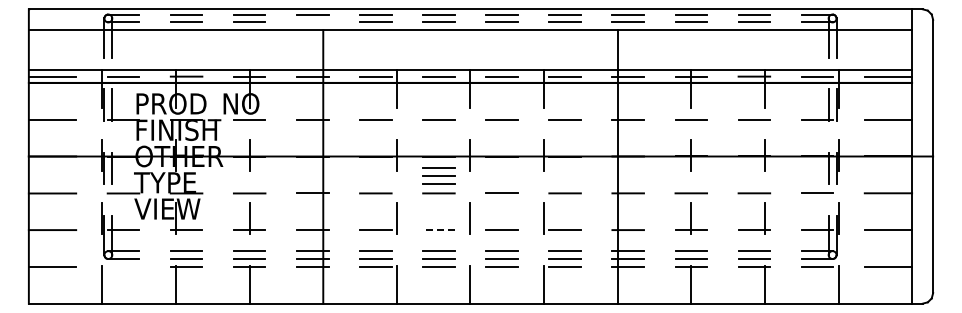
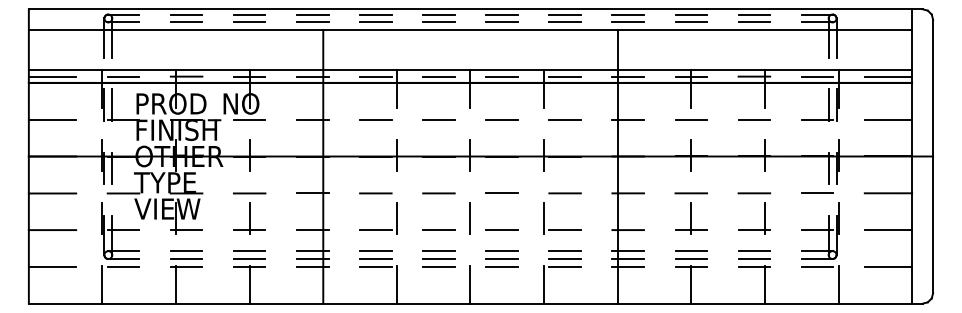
line at (312, 22): none -> present
part at (438, 175): present -> none
line at (438, 230): dashed -> solid
line at (123, 266): none -> present
